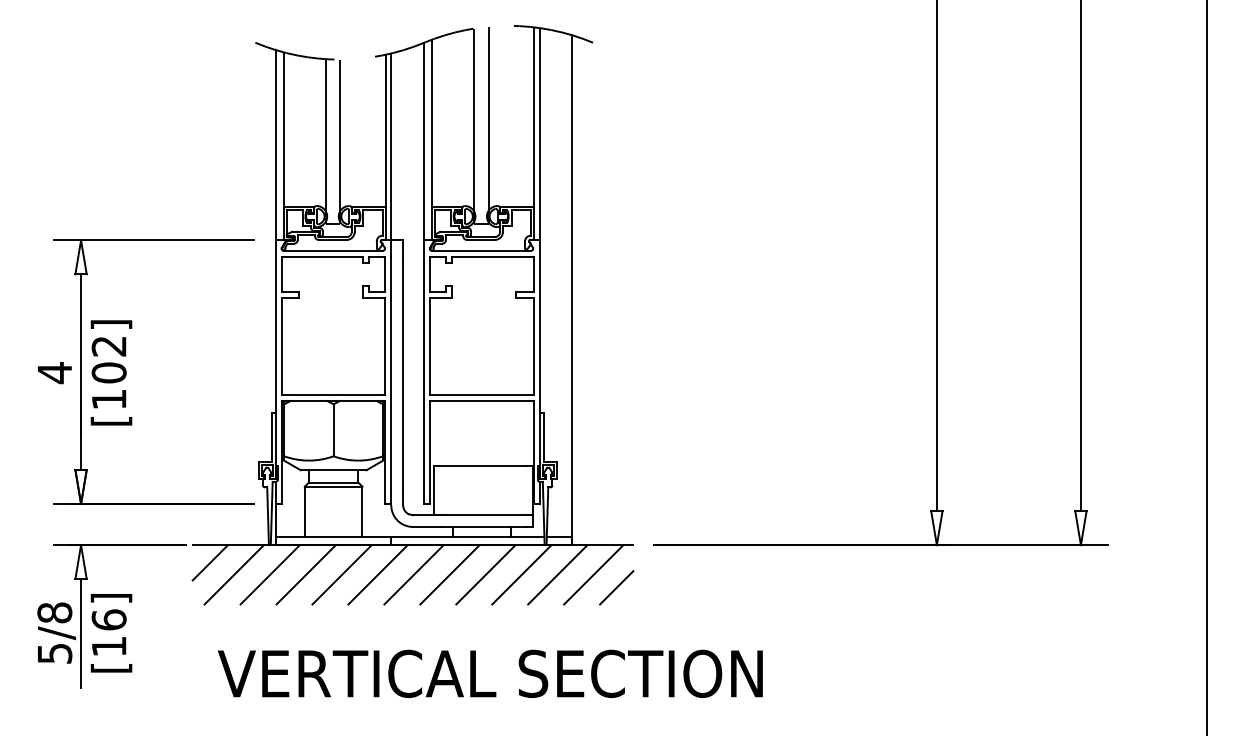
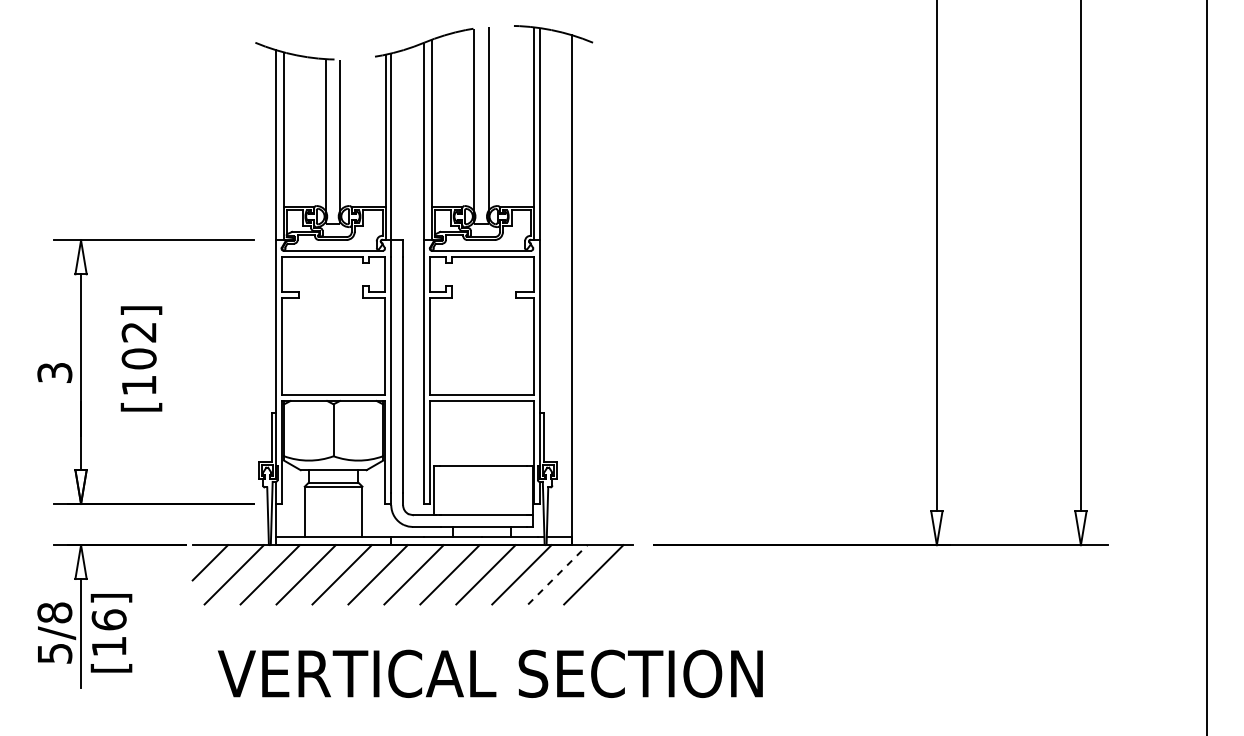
text at (111, 372) position: (111, 372) -> (141, 358)
text at (54, 373): 4 -> 3
line at (557, 574): solid -> dashed
line at (616, 587): present -> none
